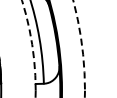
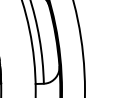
circle at (28, 48): dashed -> solid
circle at (79, 48): dashed -> solid
